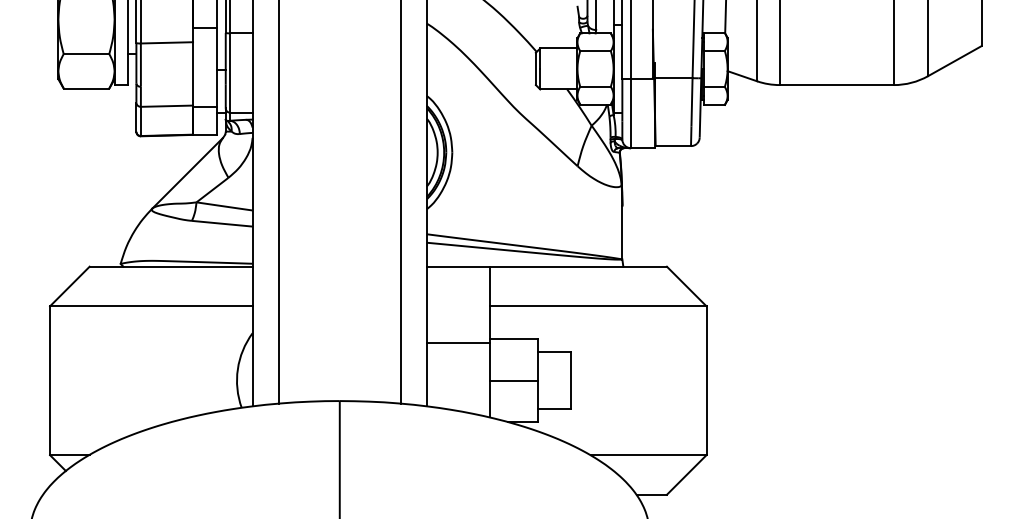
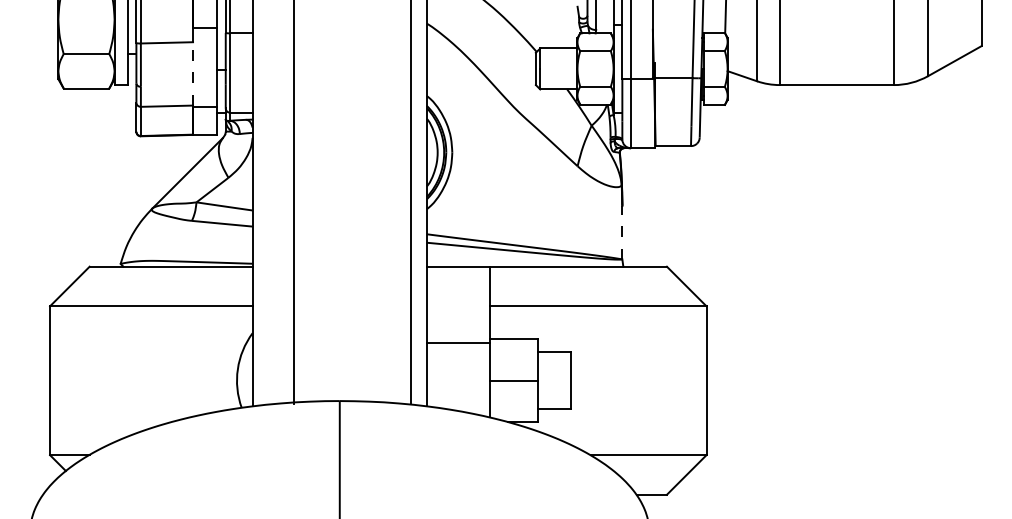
line at (193, 73): solid -> dashed
line at (278, 202) position: (278, 202) -> (293, 202)
line at (400, 202) position: (400, 202) -> (410, 202)
line at (622, 232): solid -> dashed
